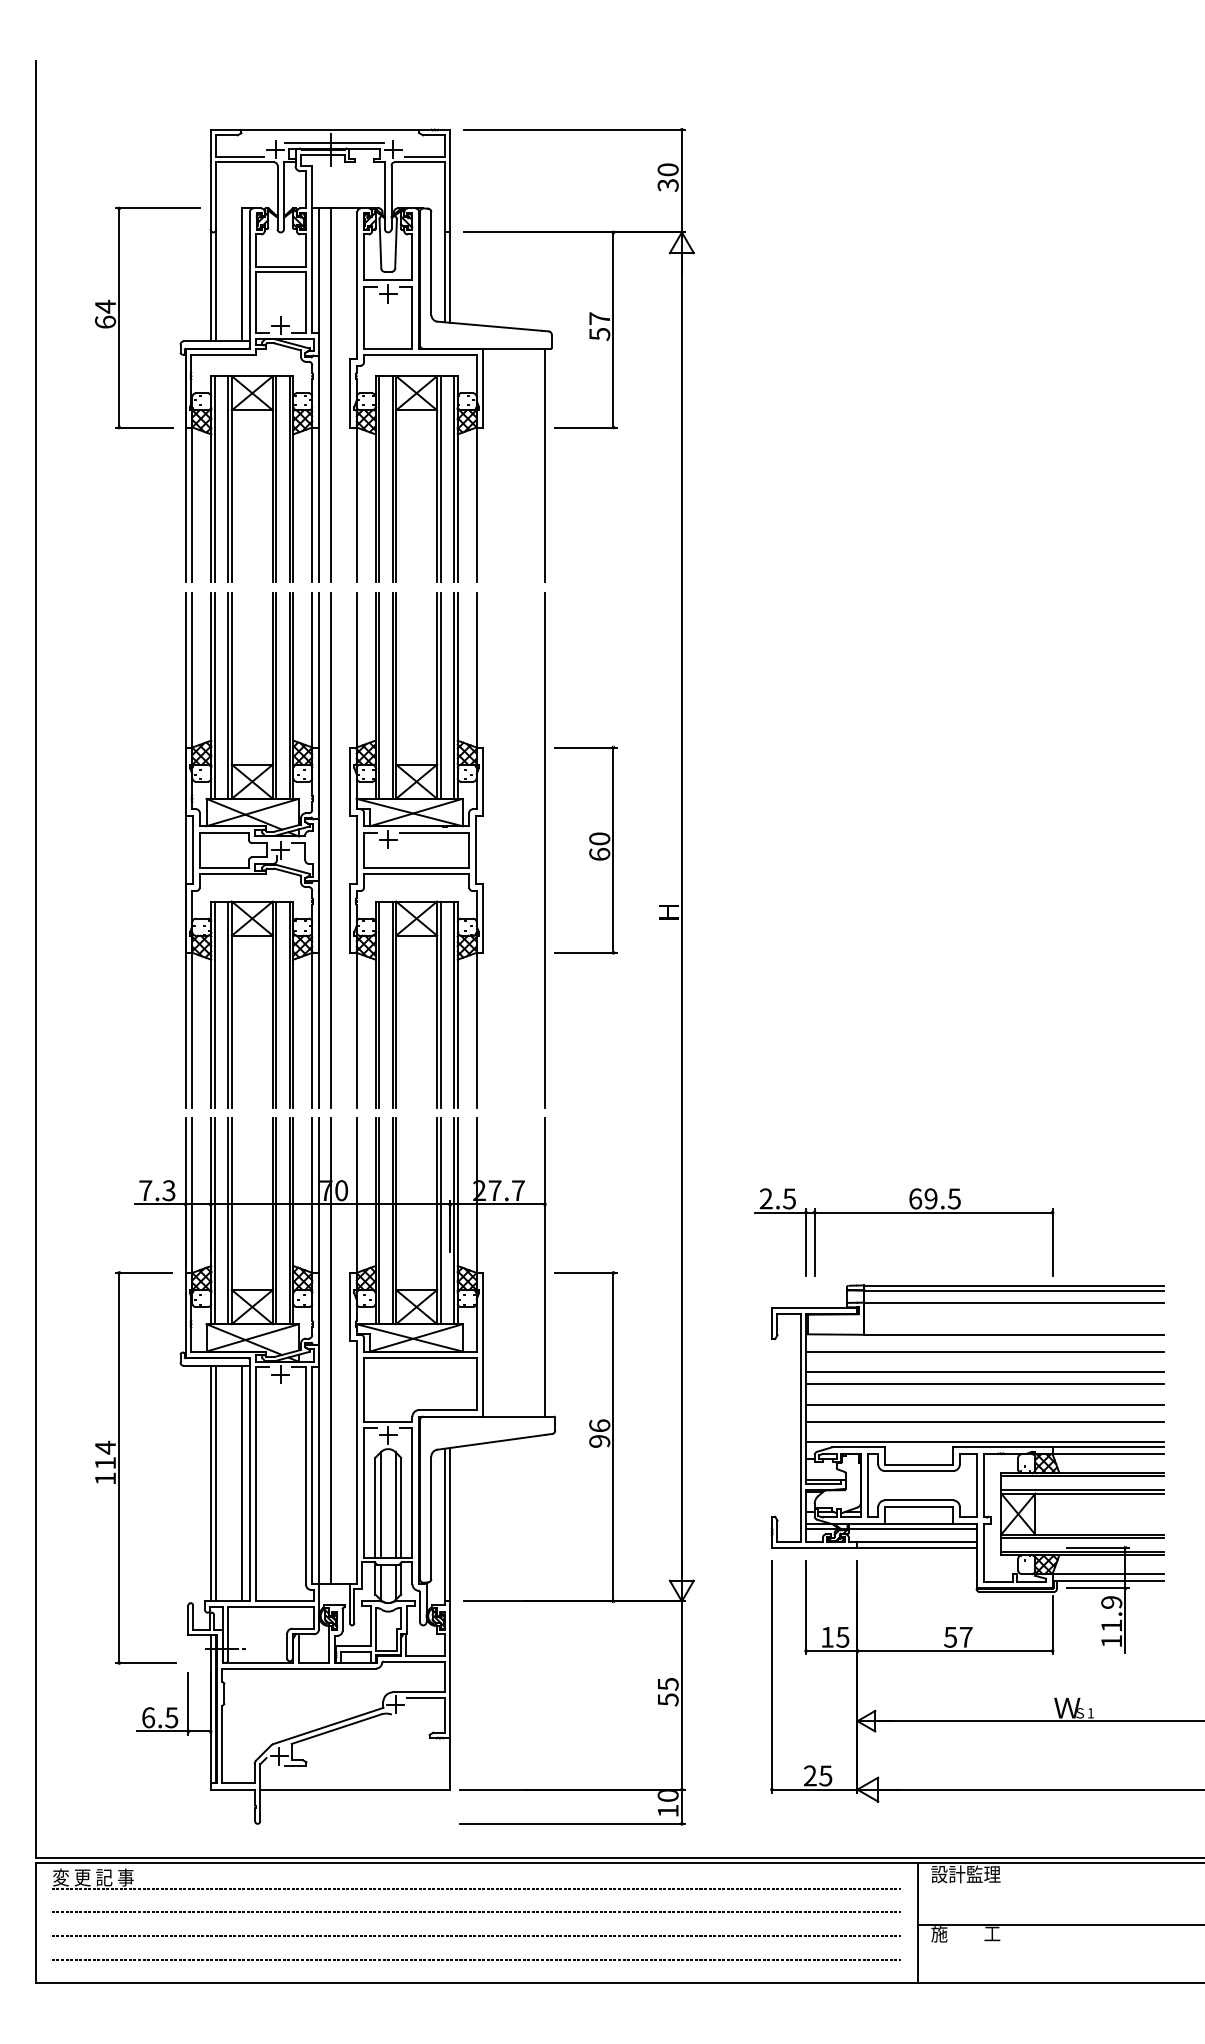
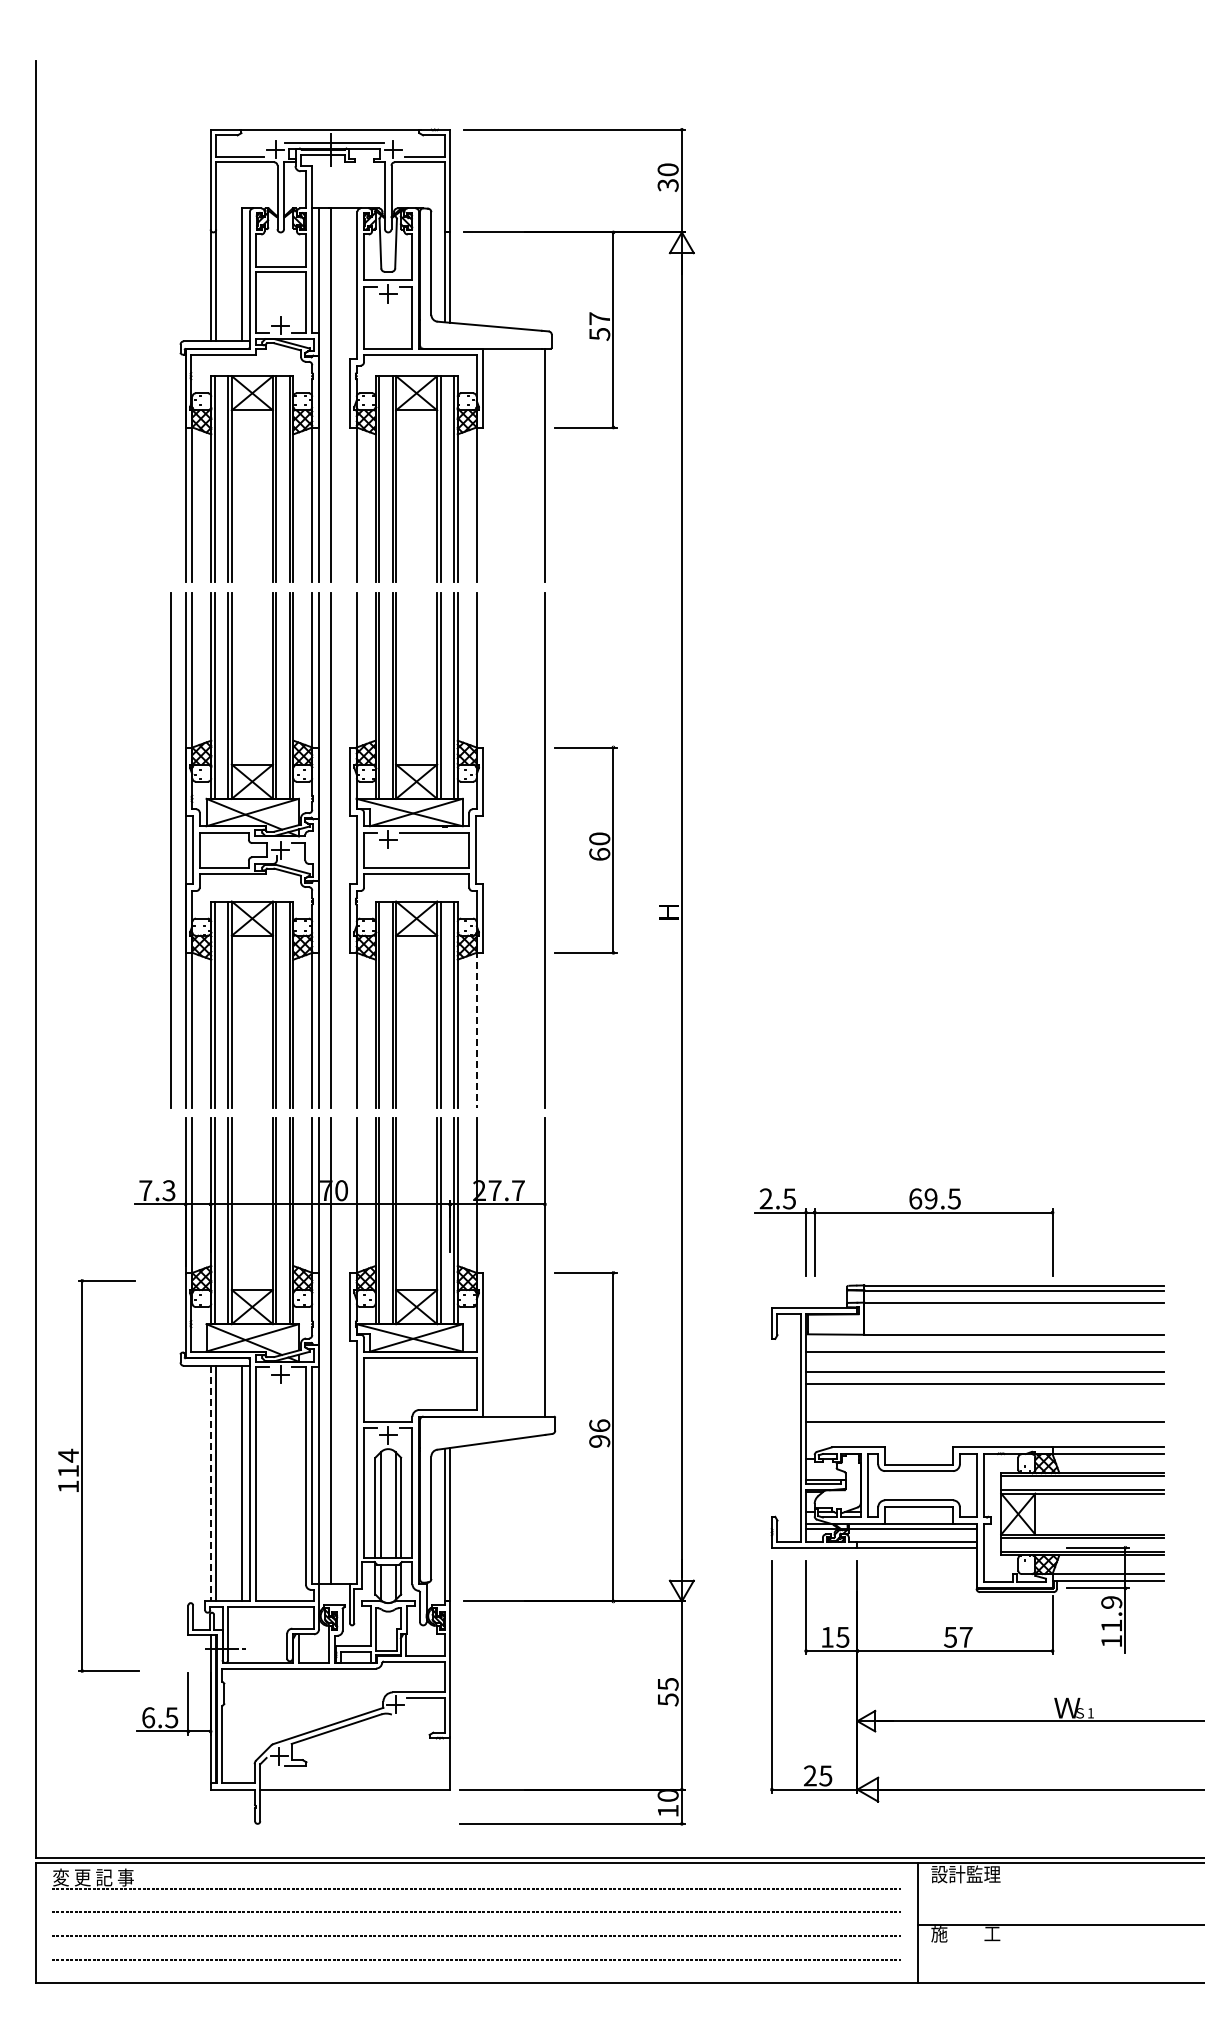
part at (119, 317): present -> none
line at (170, 850): none -> present
line at (476, 1029): solid -> dashed
line at (984, 1404): present -> none
line at (984, 1442): present -> none
part at (119, 1467) position: (119, 1467) -> (82, 1475)
line at (210, 1483): solid -> dashed
